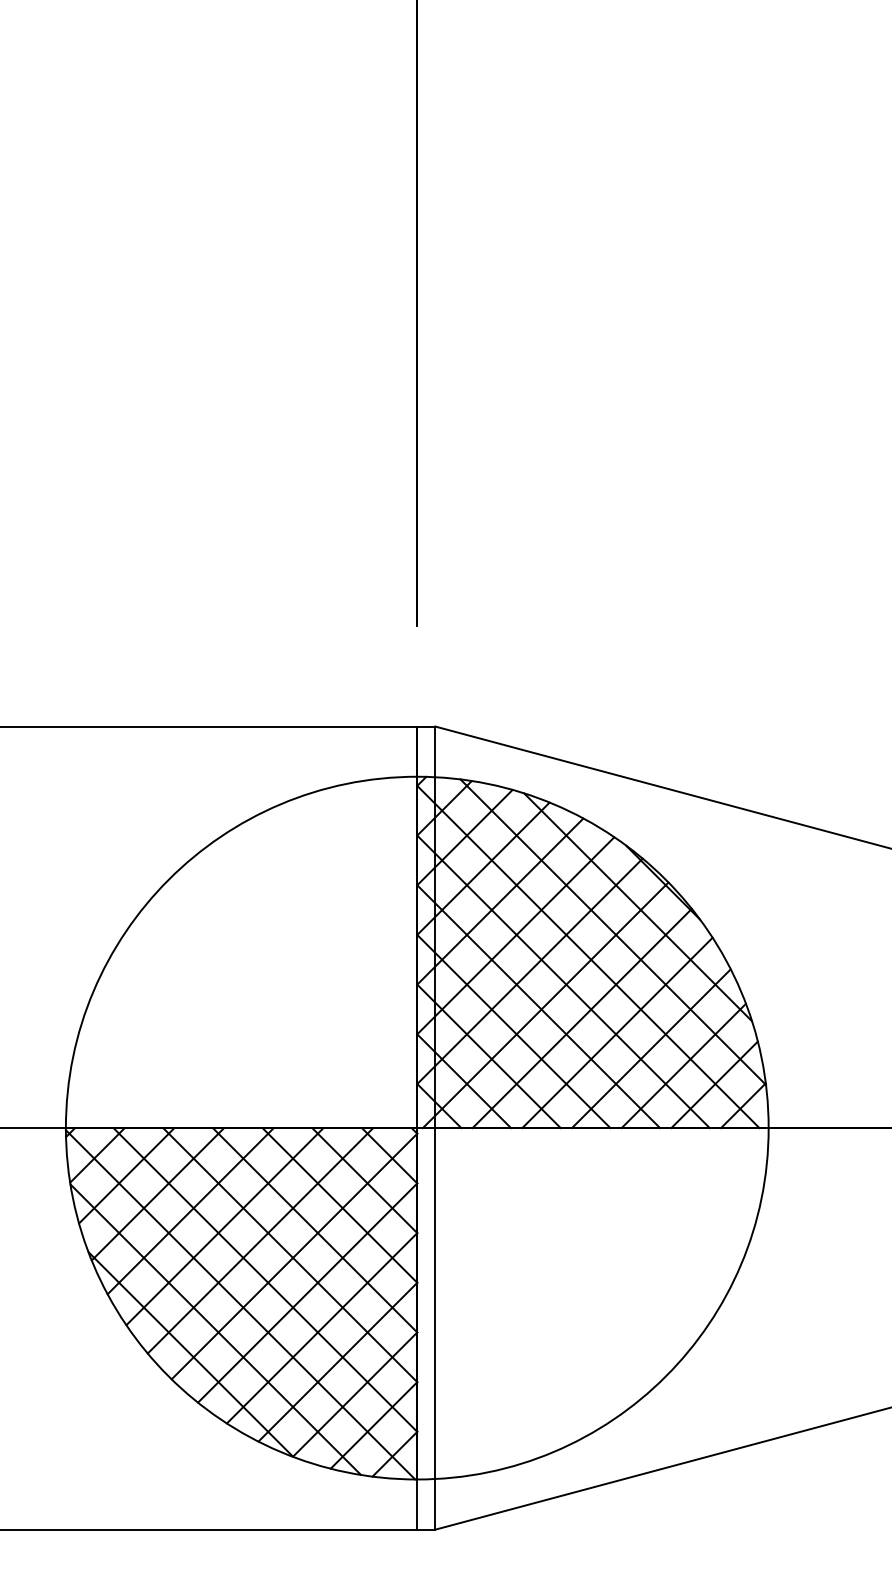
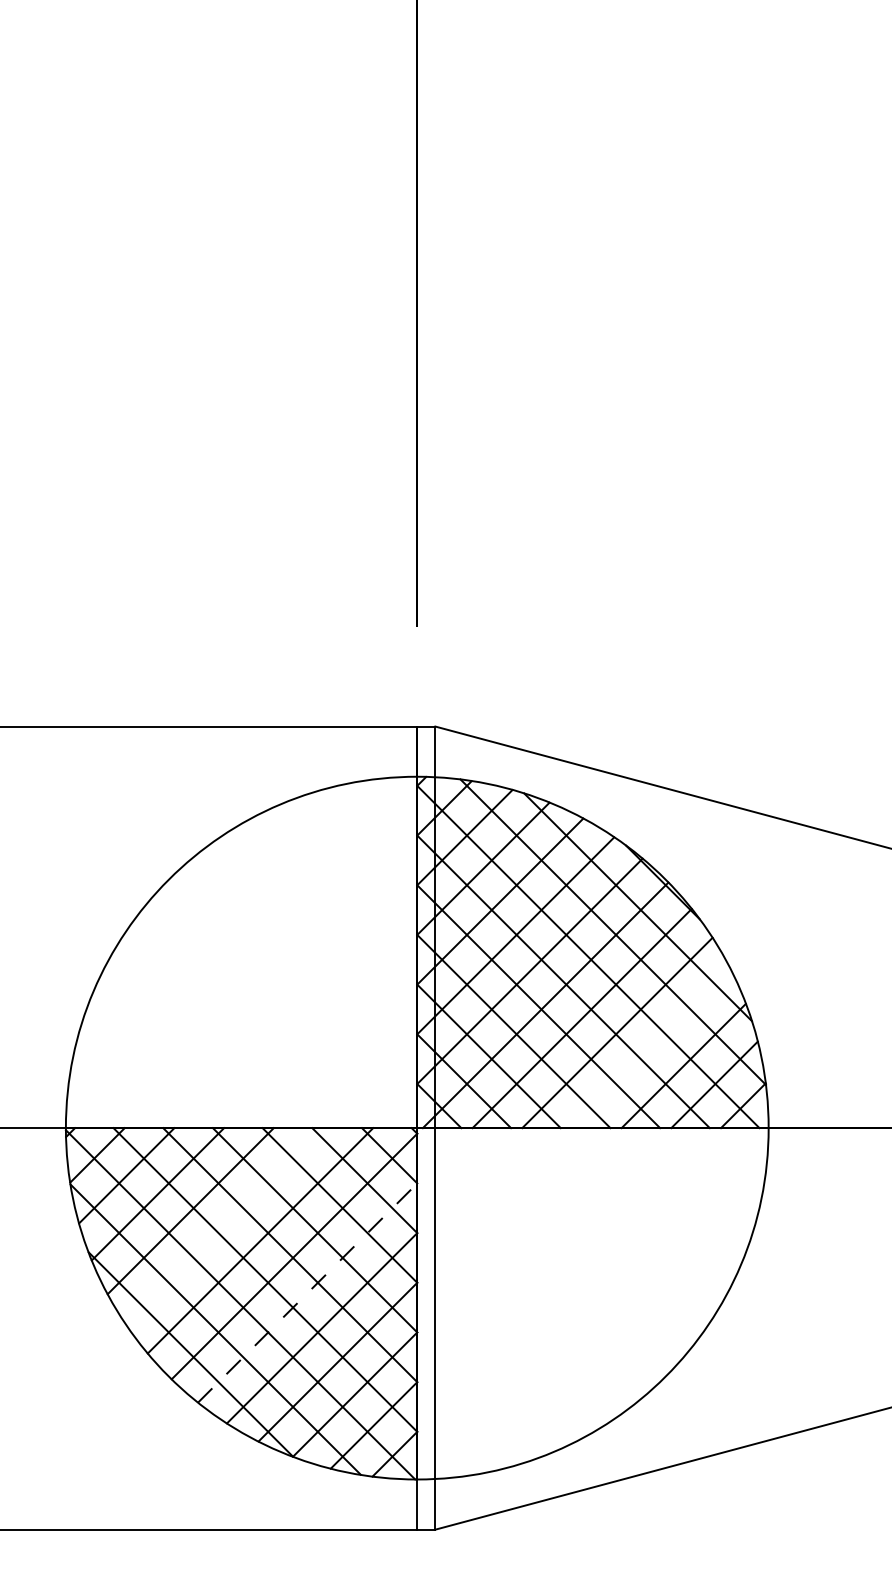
line at (650, 1048): present -> none
line at (224, 1226): present -> none
line at (307, 1293): solid -> dashed
